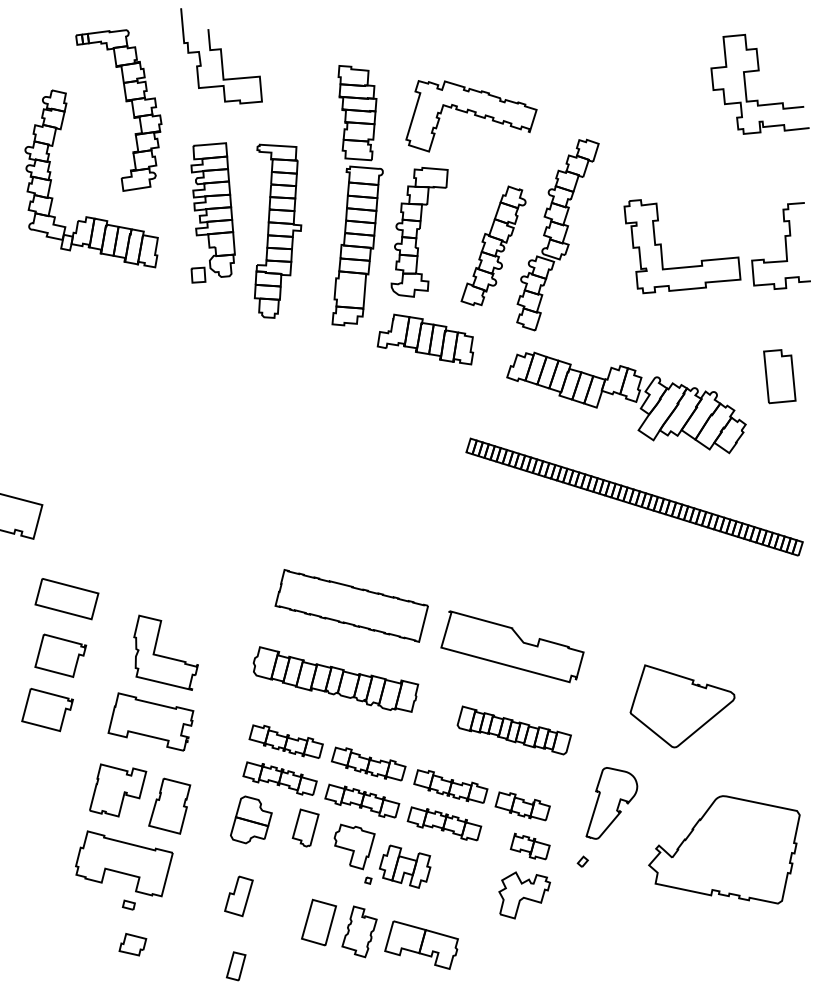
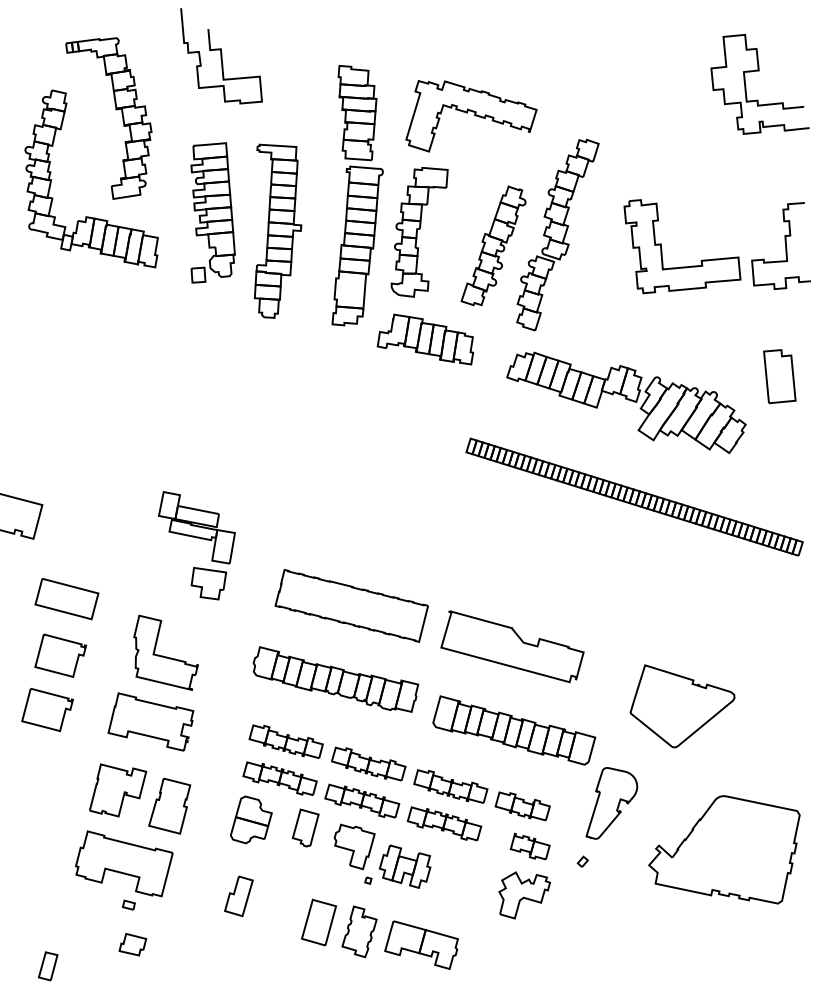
part at (125, 102) position: (125, 102) -> (115, 110)
part at (196, 538): none -> present
part at (513, 730) size: 116x51 px -> 165x71 px
part at (235, 966) position: (235, 966) -> (47, 966)
